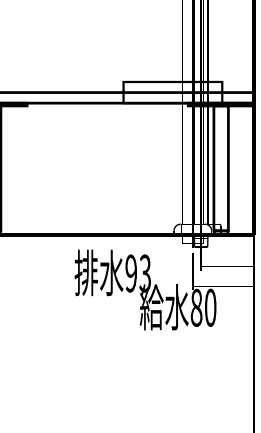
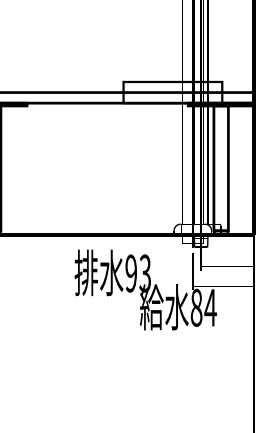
text at (210, 307): 80 -> 84
